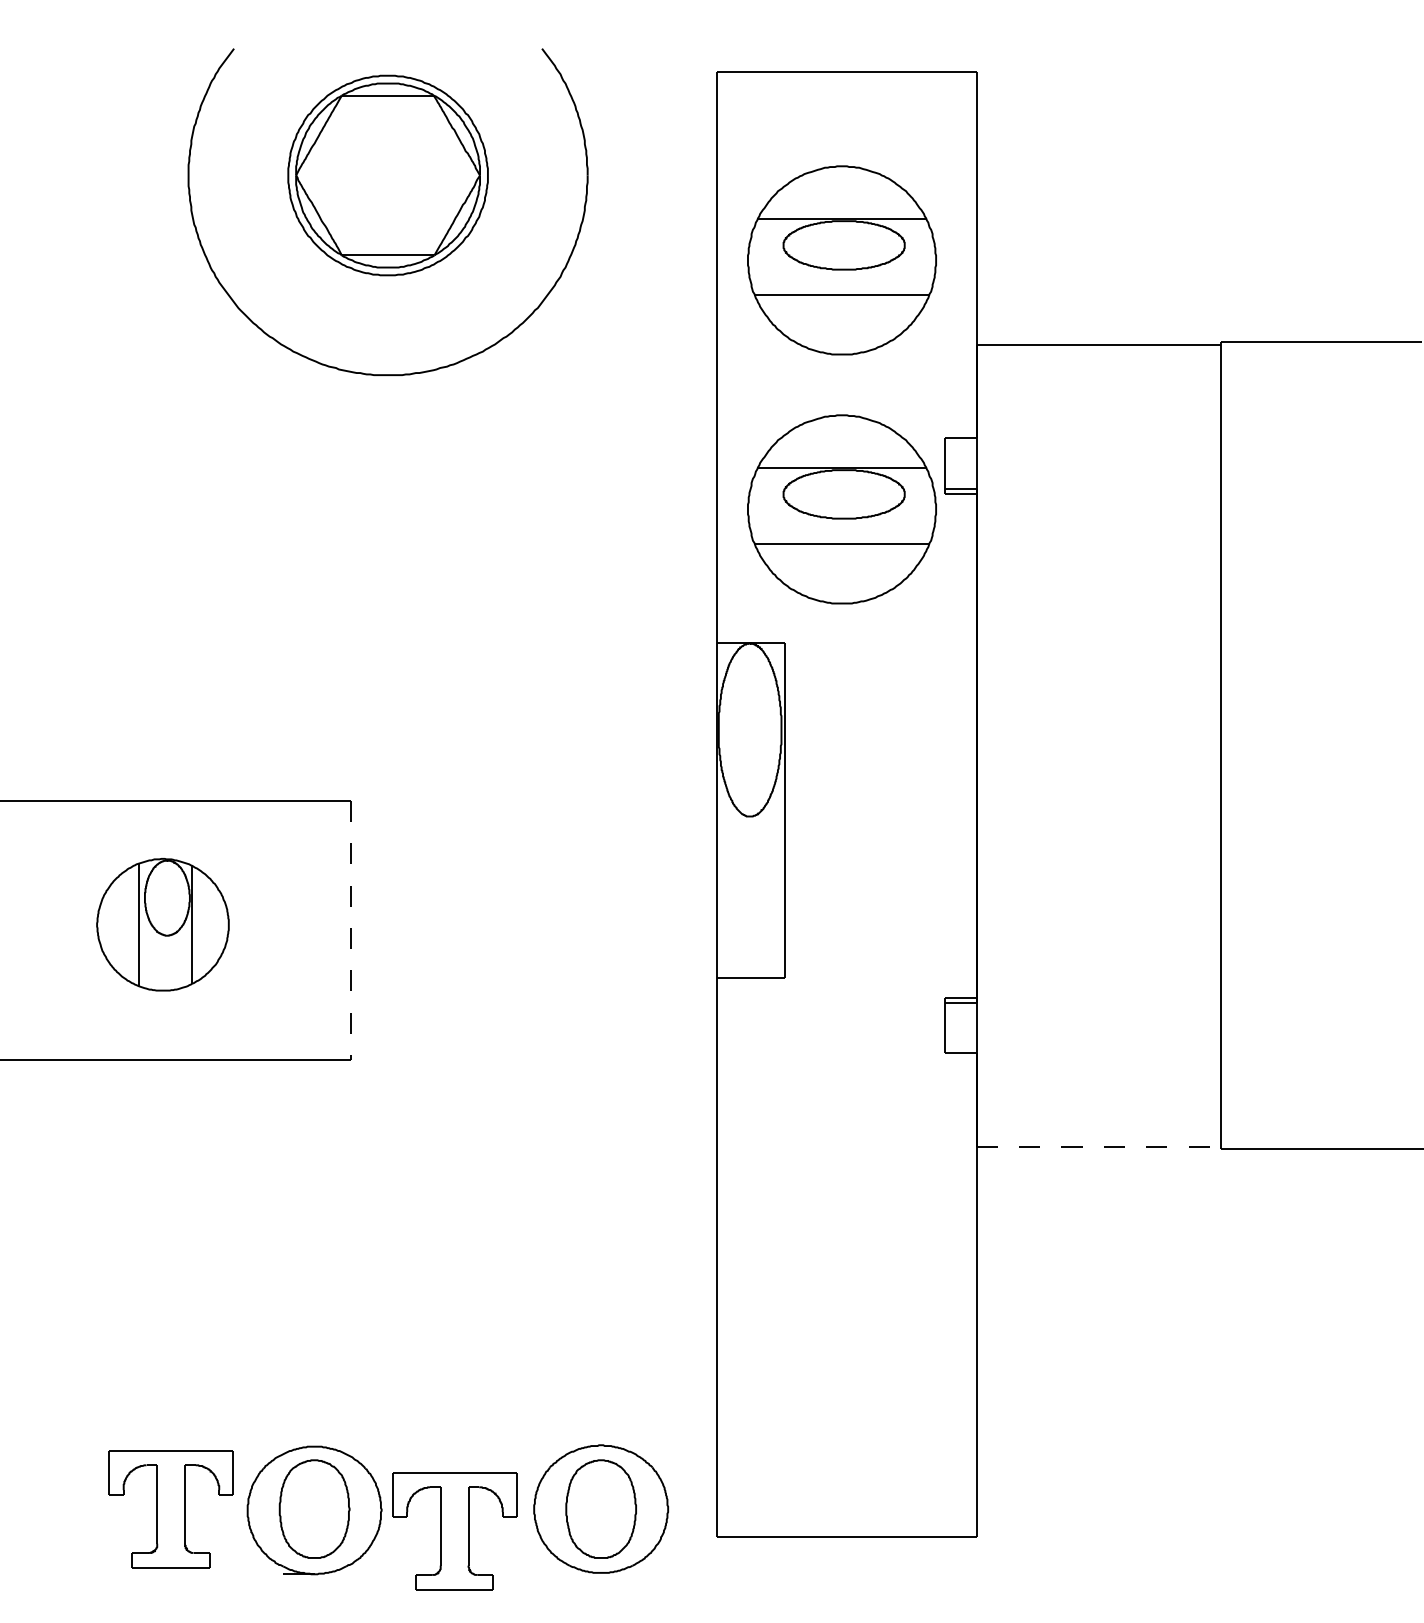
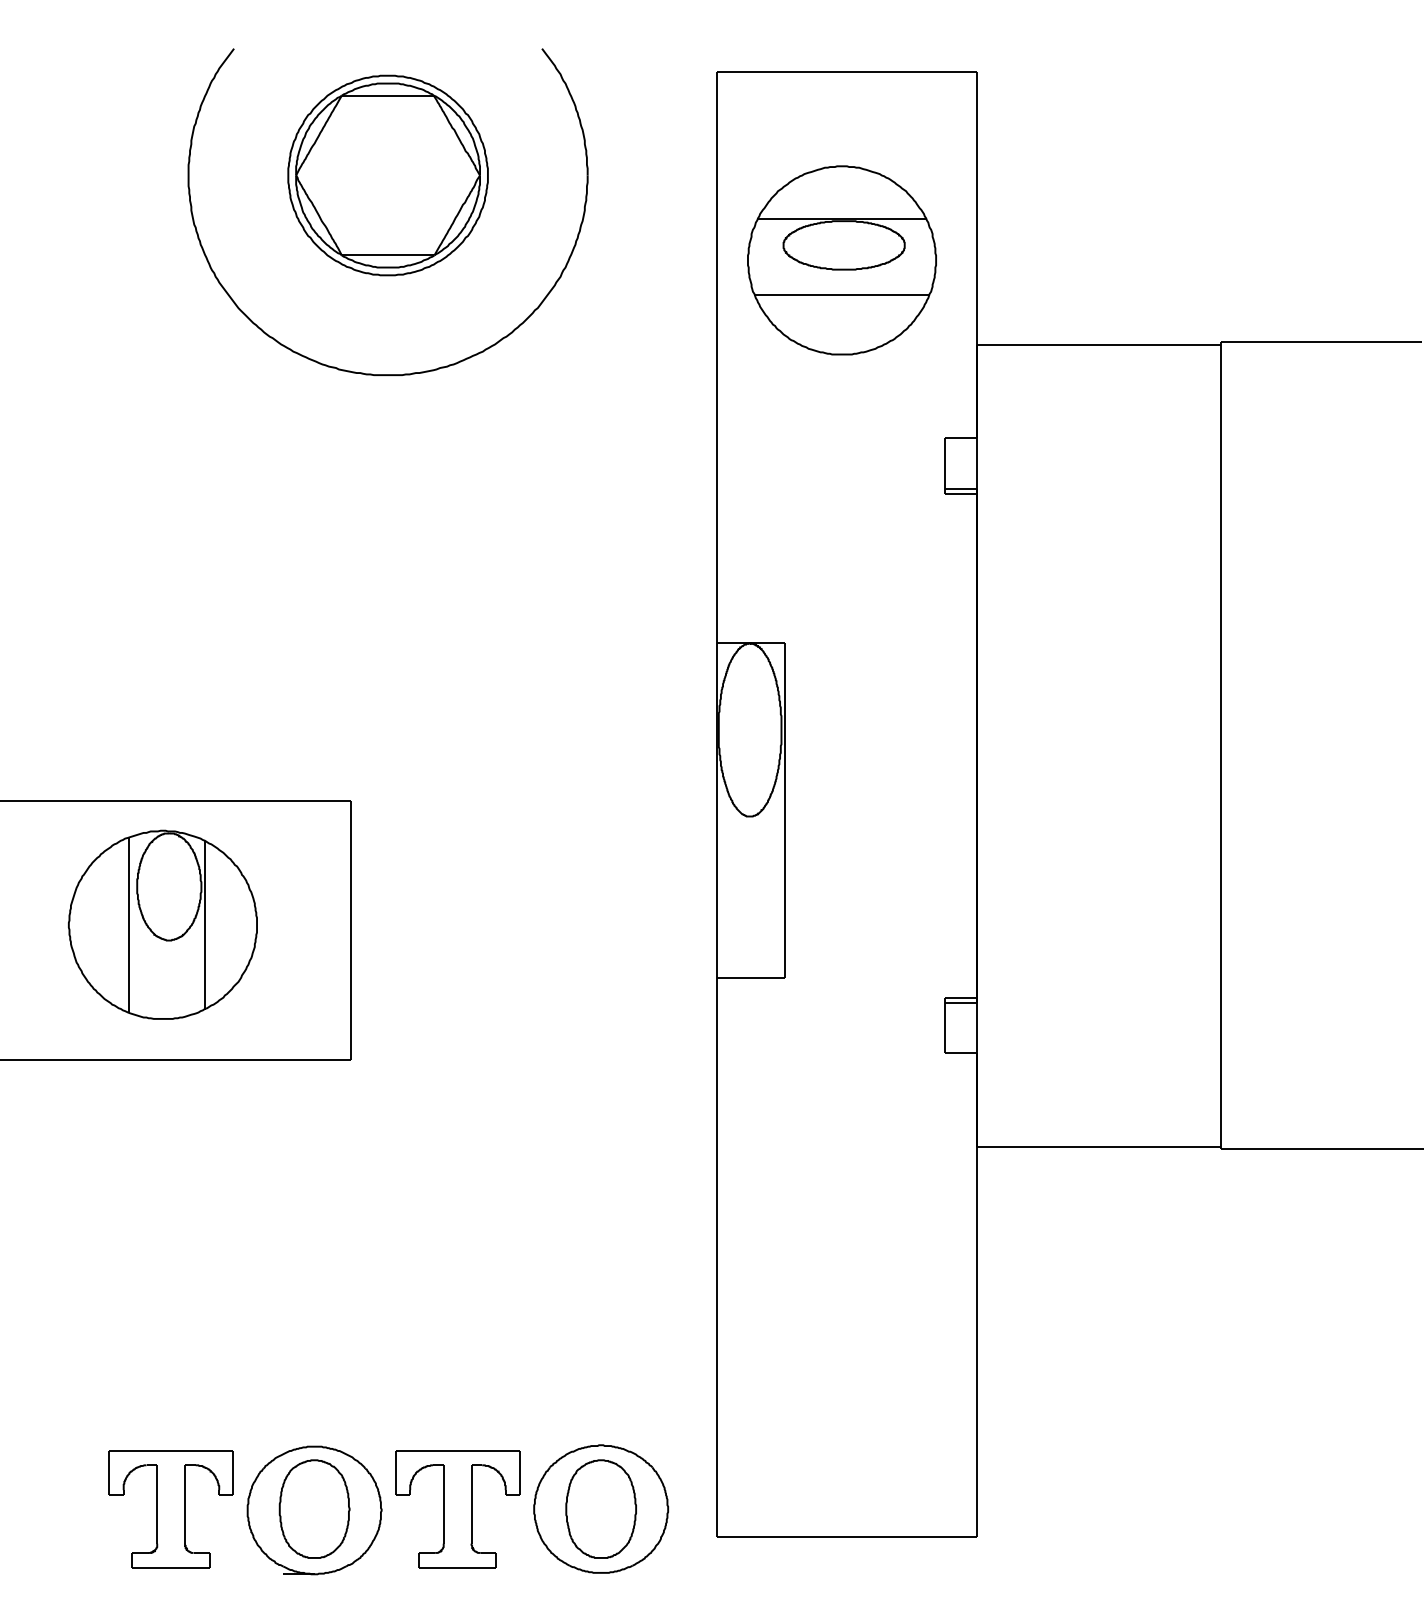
part at (841, 509): present -> none
part at (162, 924) size: 134x134 px -> 190x191 px
line at (351, 930): dashed -> solid
line at (1099, 1146): dashed -> solid
part at (454, 1531) position: (454, 1531) -> (457, 1509)
